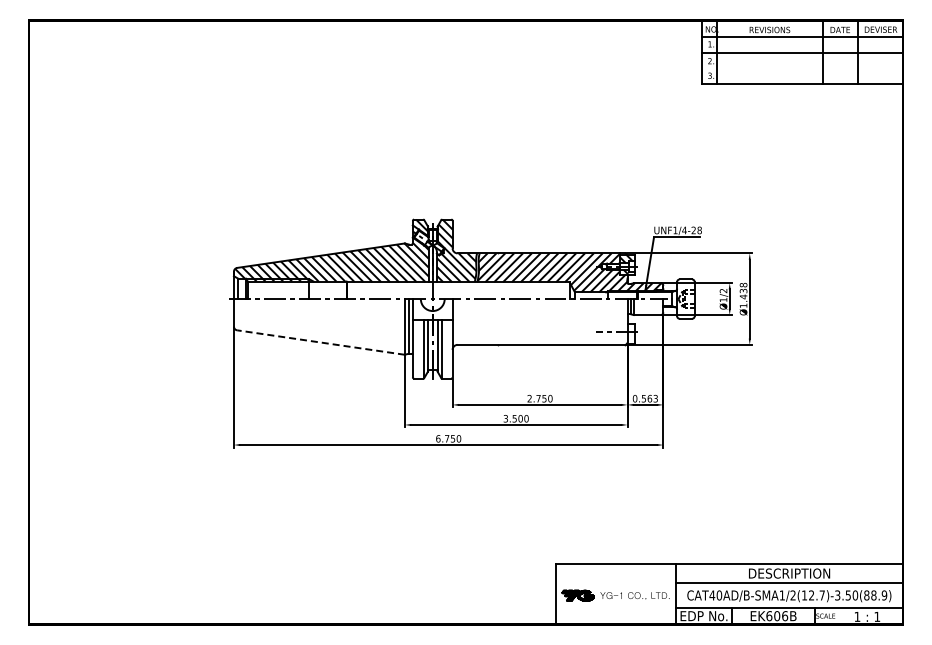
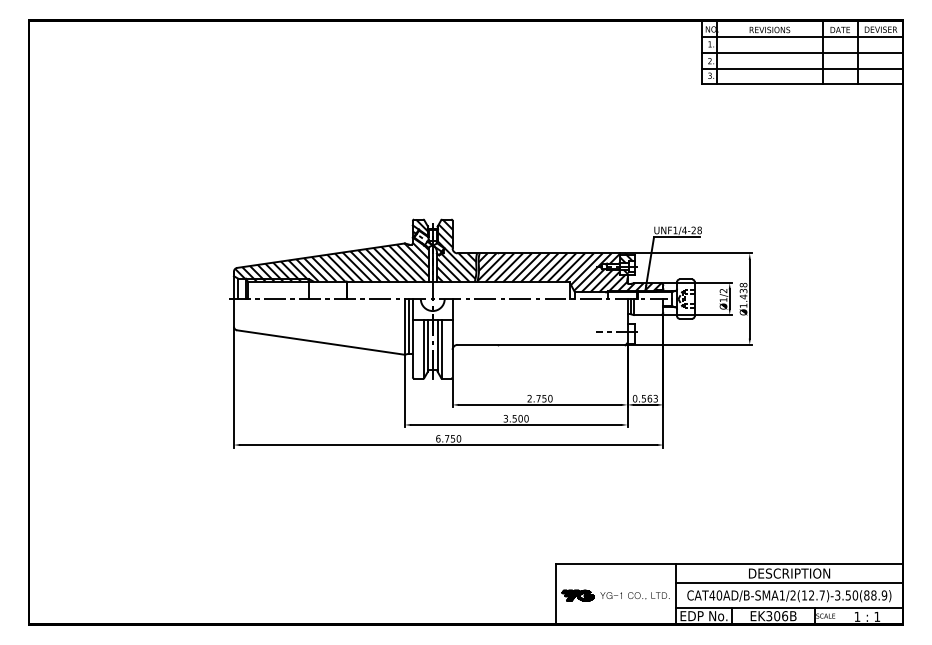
line at (802, 68): none -> present
line at (321, 342): dashed -> solid
text at (769, 616): EK606B -> EK306B
